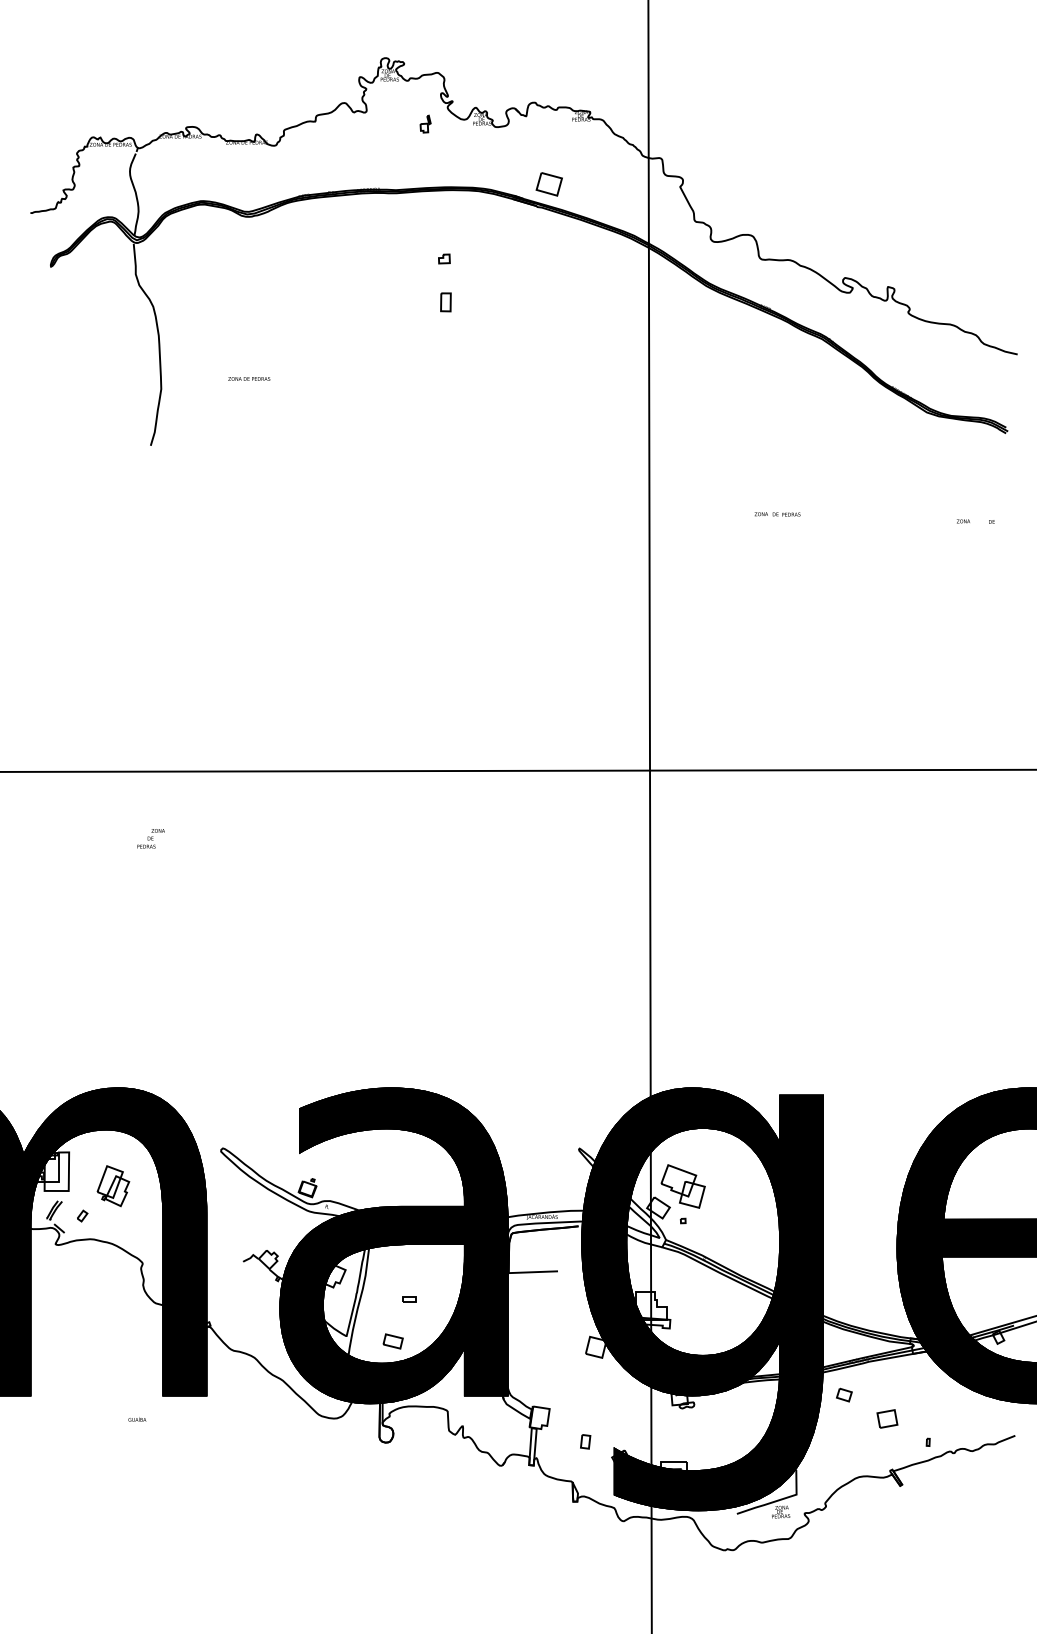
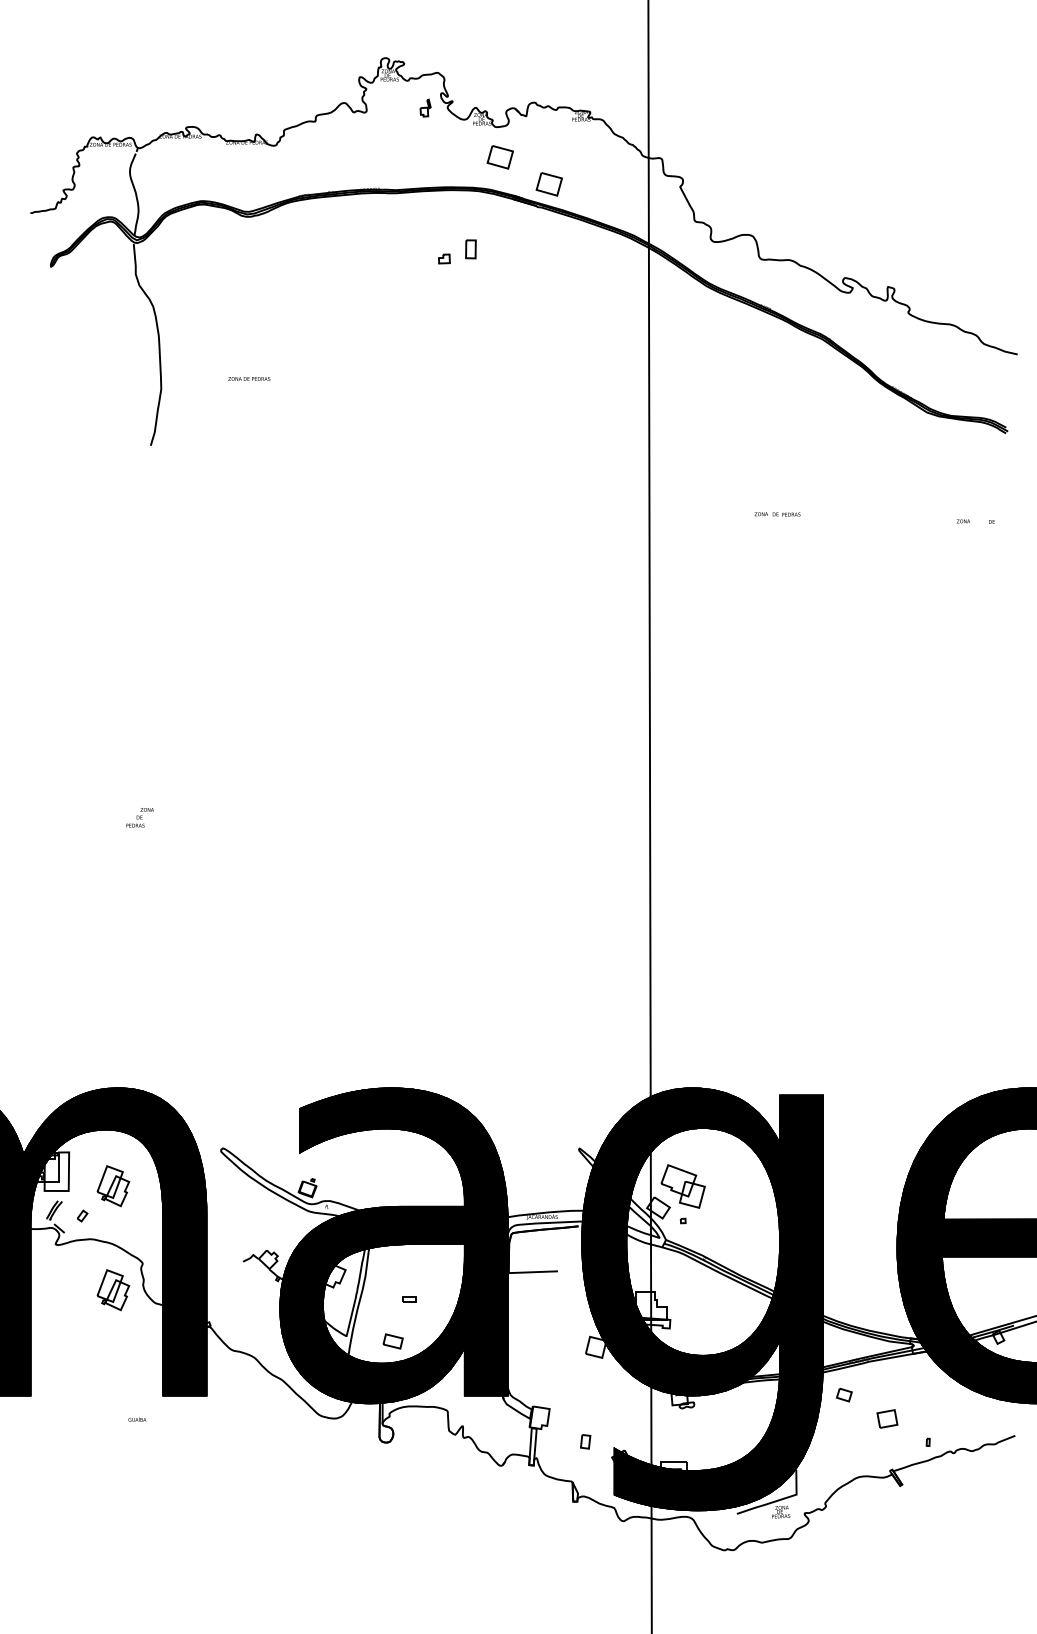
part at (425, 123) position: (425, 123) -> (425, 107)
part at (499, 157): none -> present
part at (445, 302) position: (445, 302) -> (470, 249)
line at (517, 770): present -> none
text at (150, 838) position: (150, 838) -> (139, 817)
part at (113, 1290): none -> present
